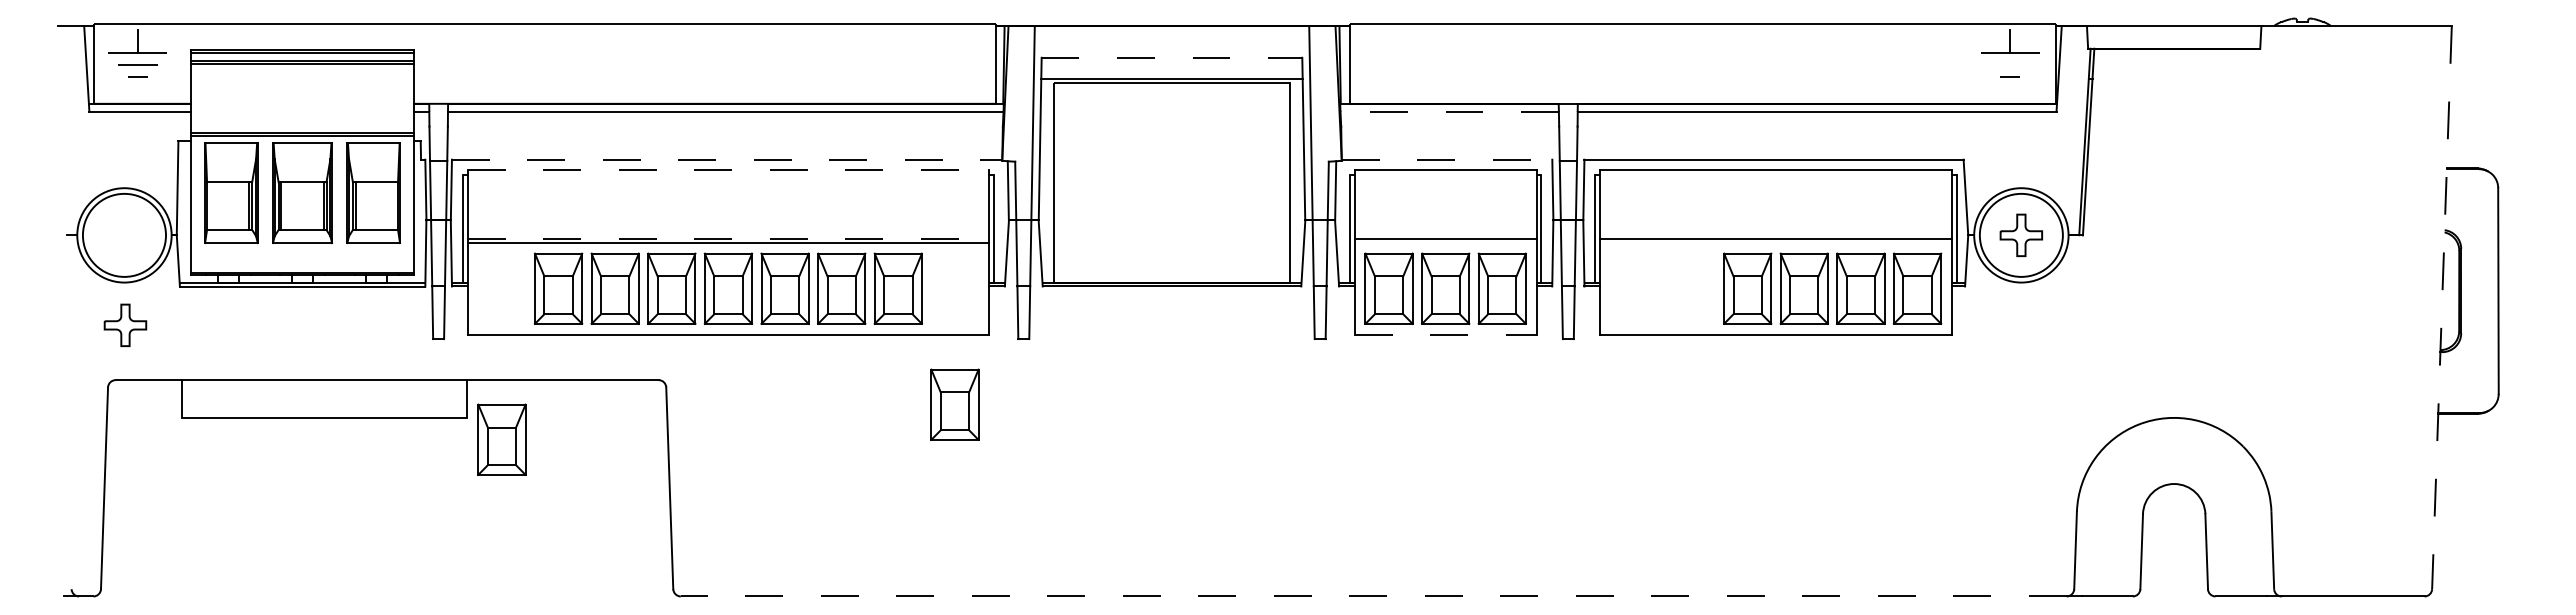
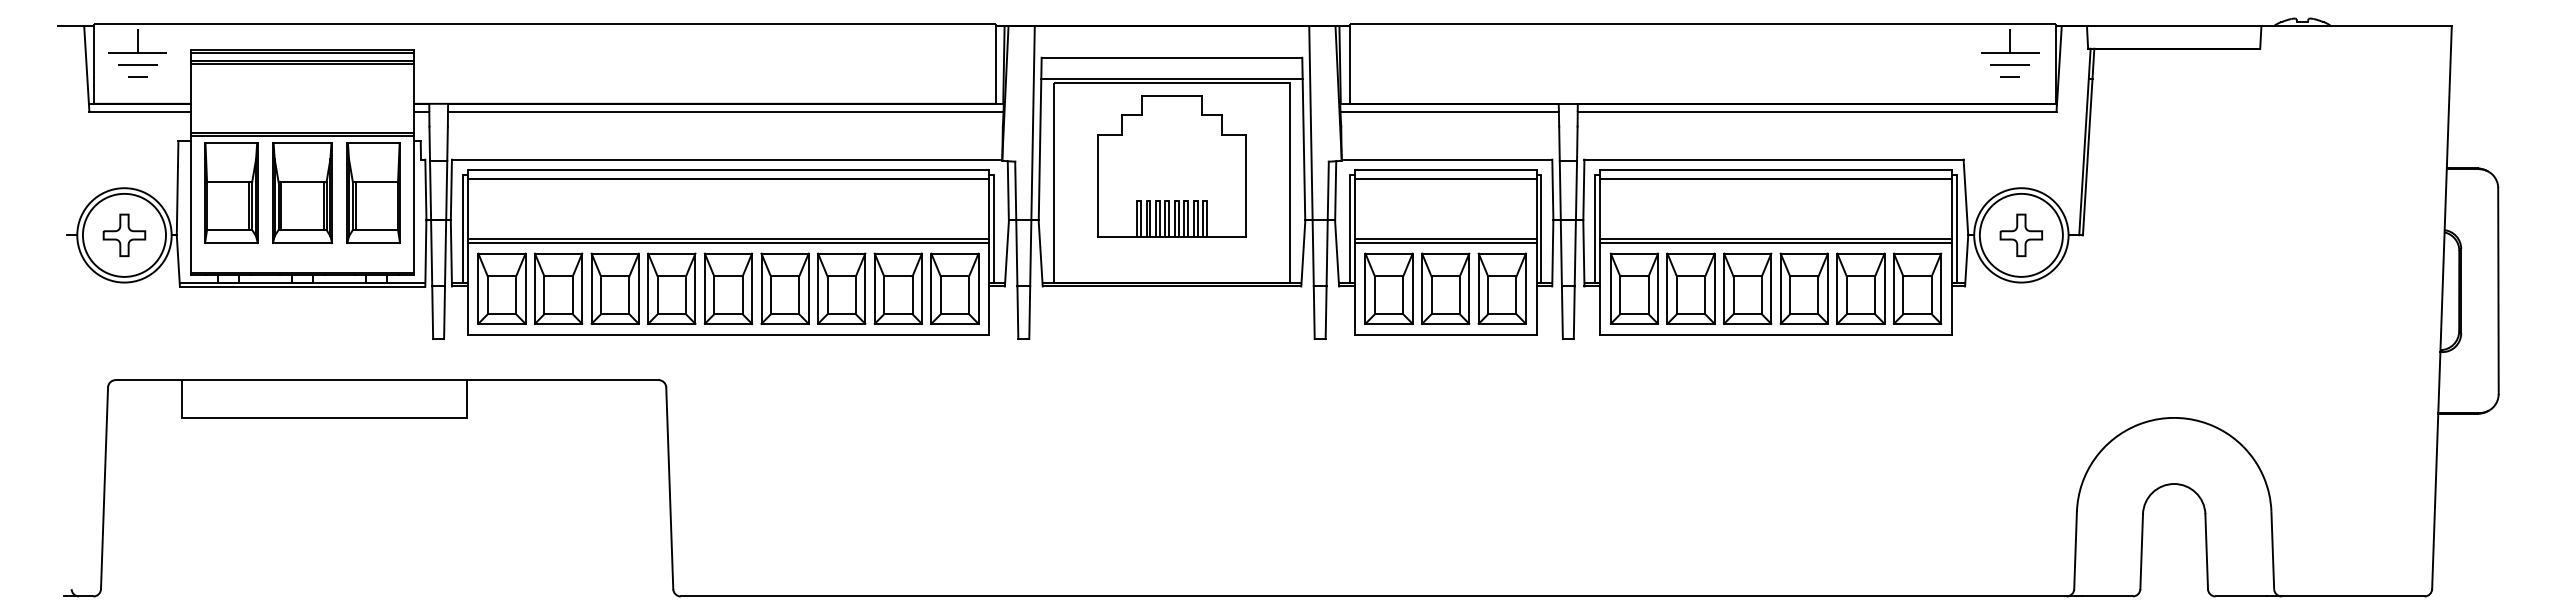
line at (1172, 57): dashed -> solid
line at (2009, 64): none -> present
line at (1449, 111): dashed -> solid
line at (727, 159): dashed -> solid
line at (1447, 159): dashed -> solid
part at (1171, 166): none -> present
line at (728, 170): dashed -> solid
line at (728, 179): none -> present
line at (1445, 179): none -> present
line at (1775, 179): none -> present
line at (728, 238): dashed -> solid
line at (1445, 242): none -> present
line at (1775, 242): none -> present
part at (1662, 288): none -> present
line at (2441, 307): dashed -> solid
part at (125, 324) position: (125, 324) -> (124, 234)
line at (1445, 335): dashed -> solid
part at (954, 404) position: (954, 404) -> (954, 288)
part at (501, 439) position: (501, 439) -> (501, 288)
line at (1373, 596): dashed -> solid
